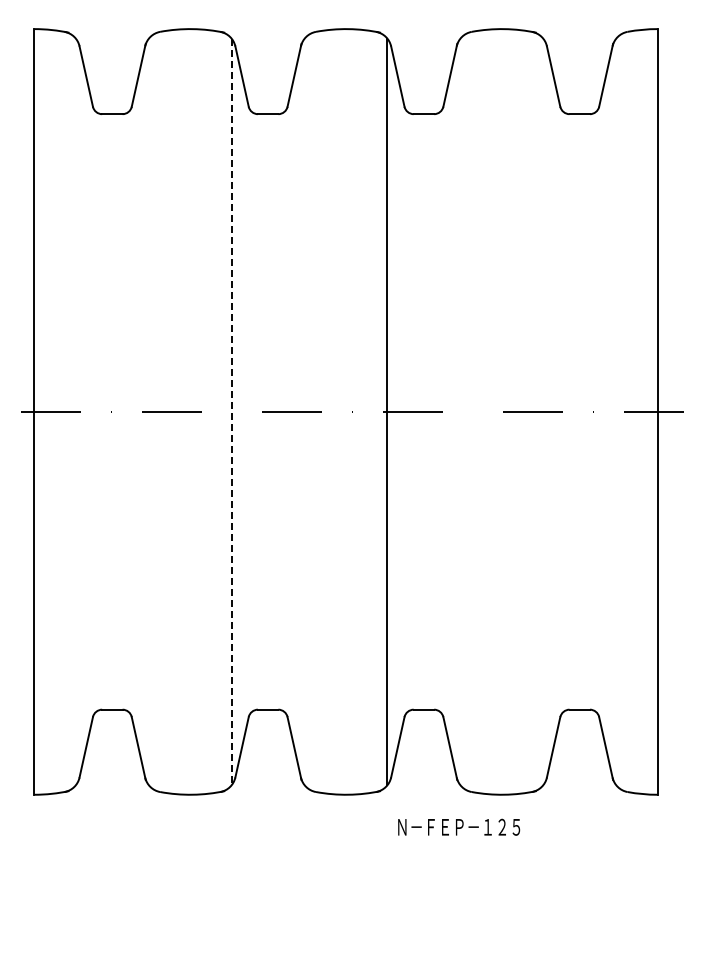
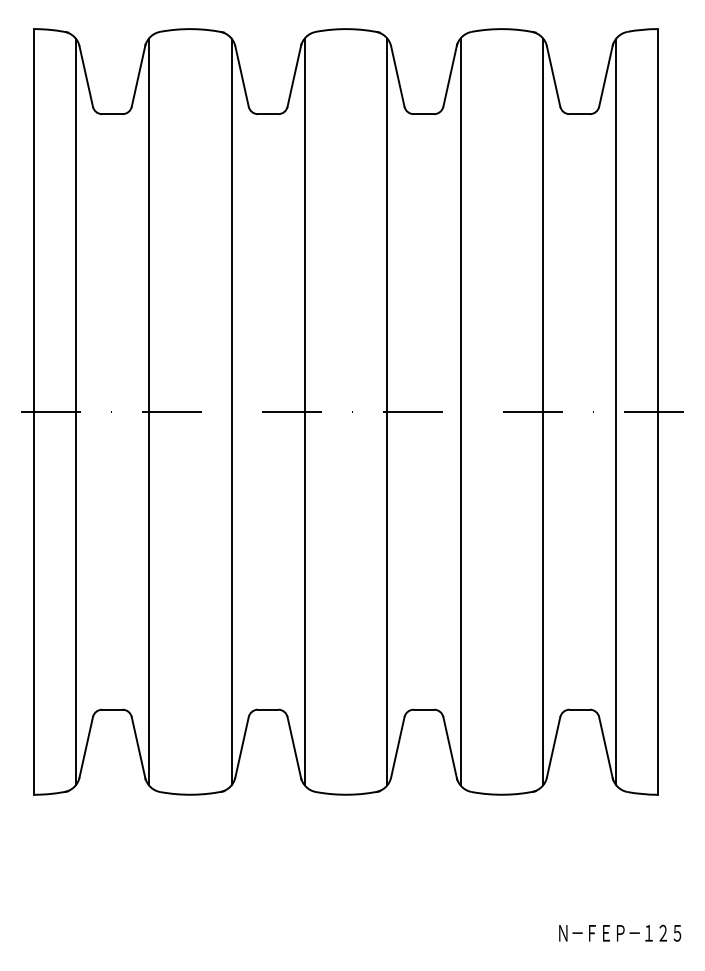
line at (75, 411): none -> present
line at (148, 411): none -> present
line at (304, 411): none -> present
line at (460, 411): none -> present
line at (543, 411): none -> present
line at (616, 411): none -> present
line at (231, 412): dashed -> solid
text at (459, 826) position: (459, 826) -> (620, 932)
